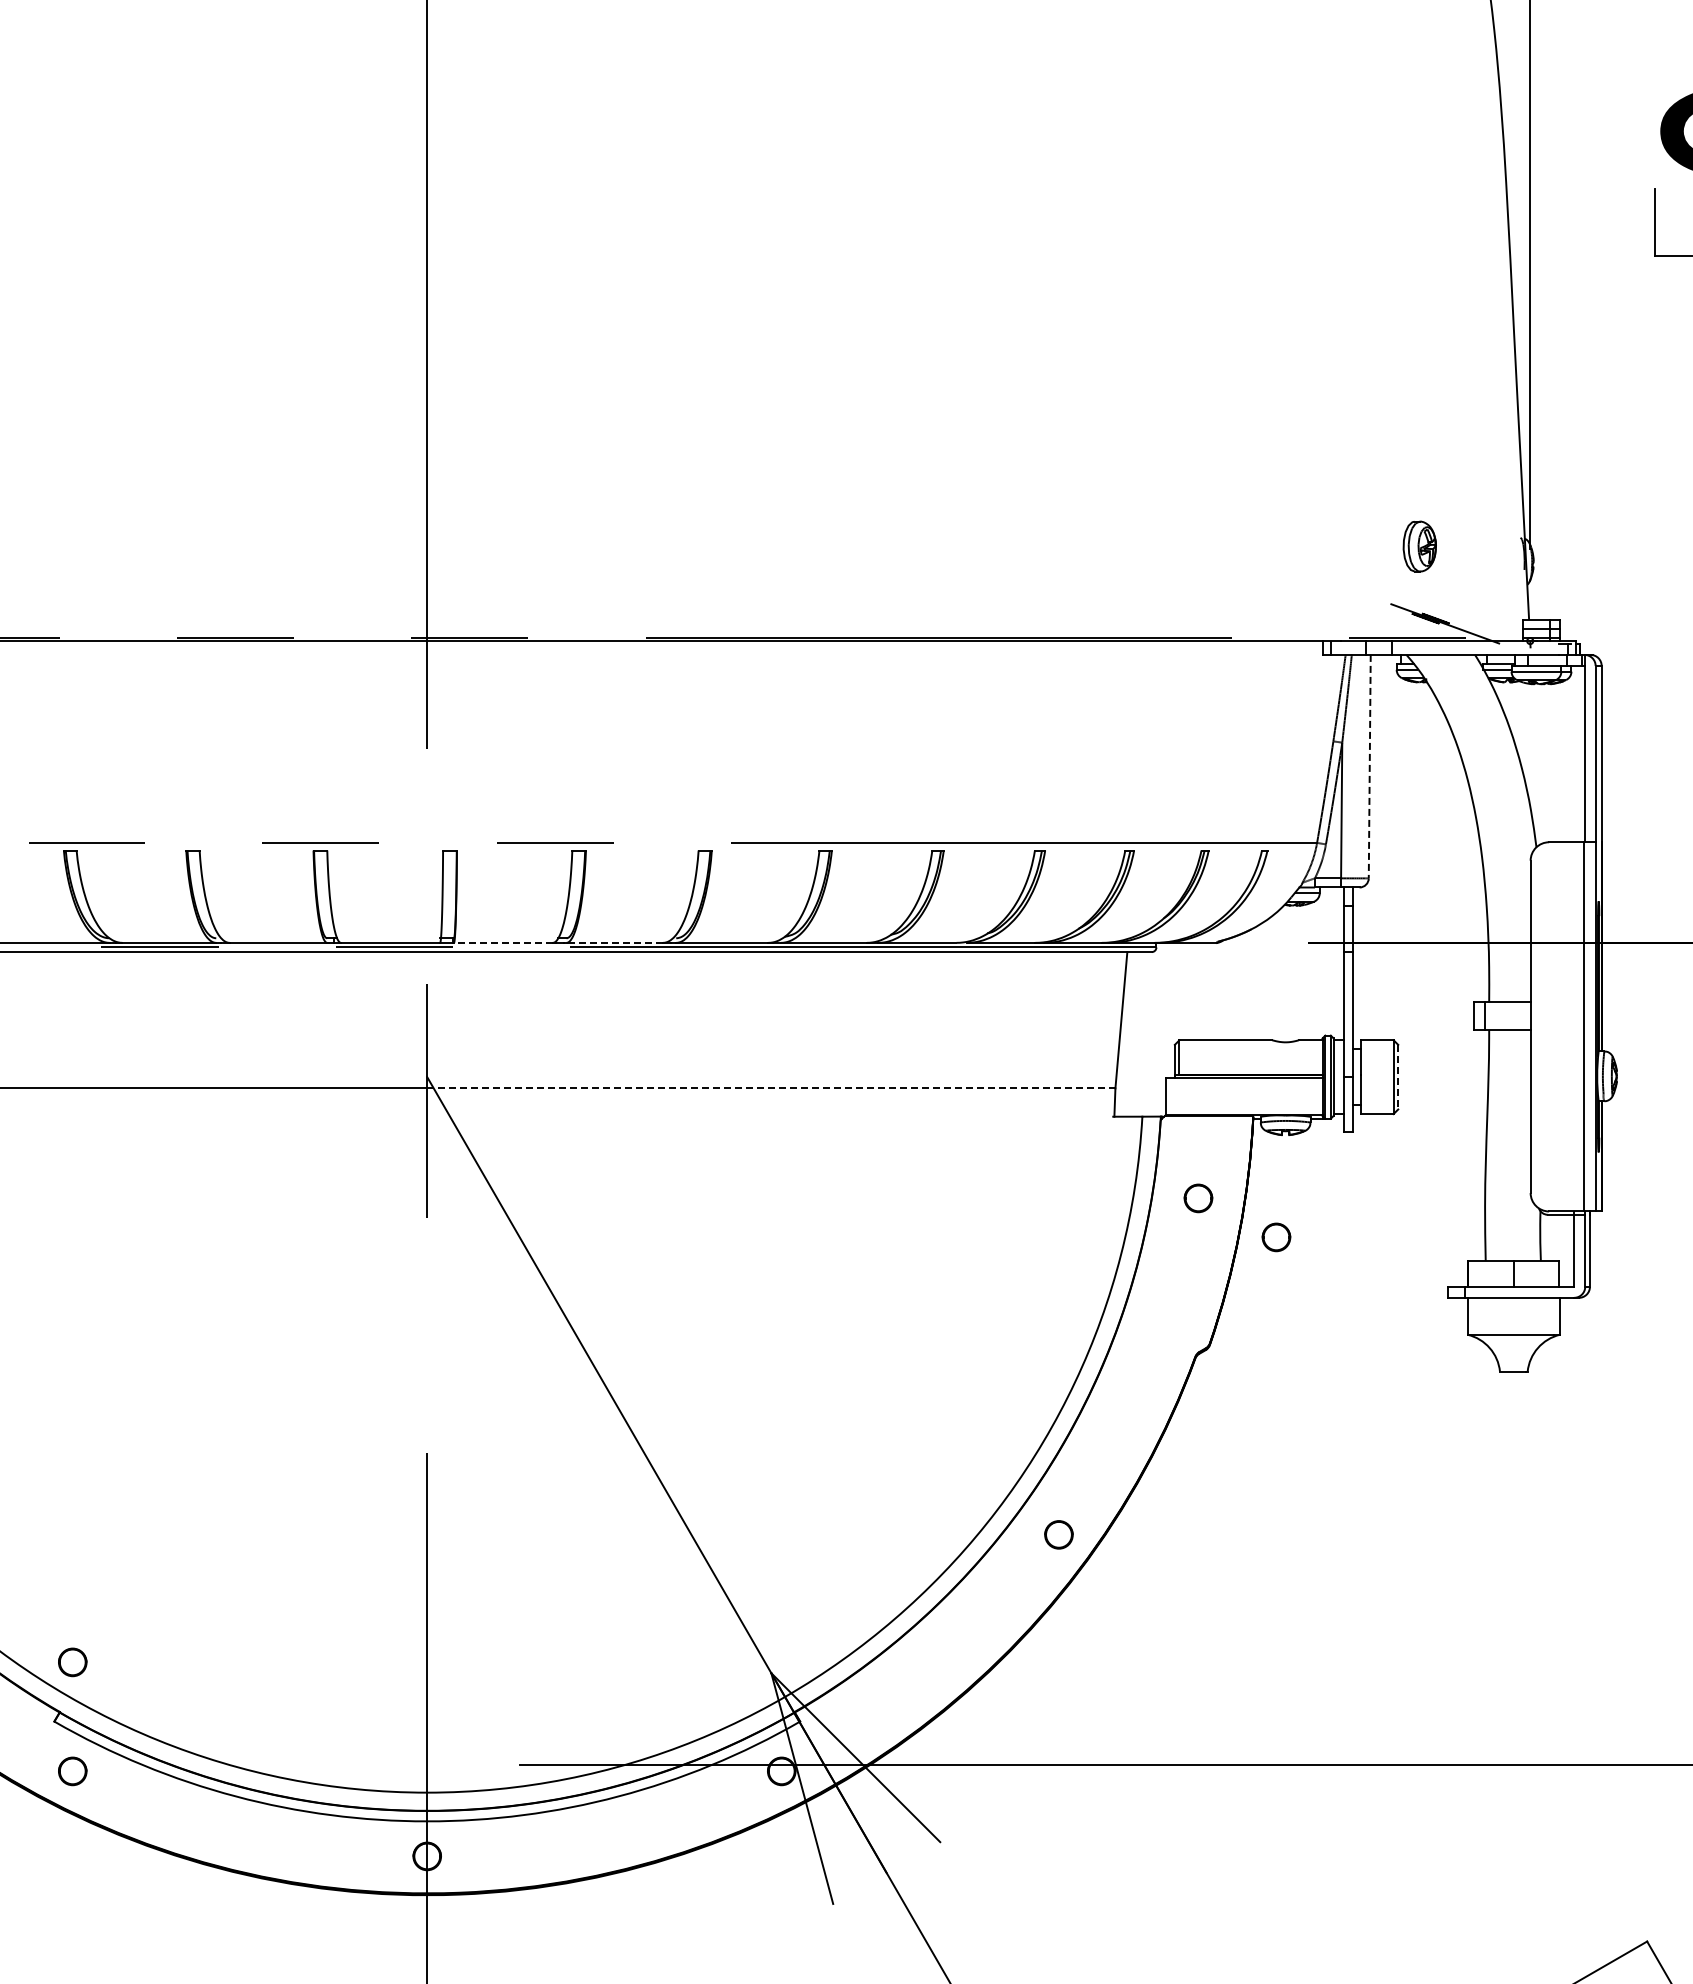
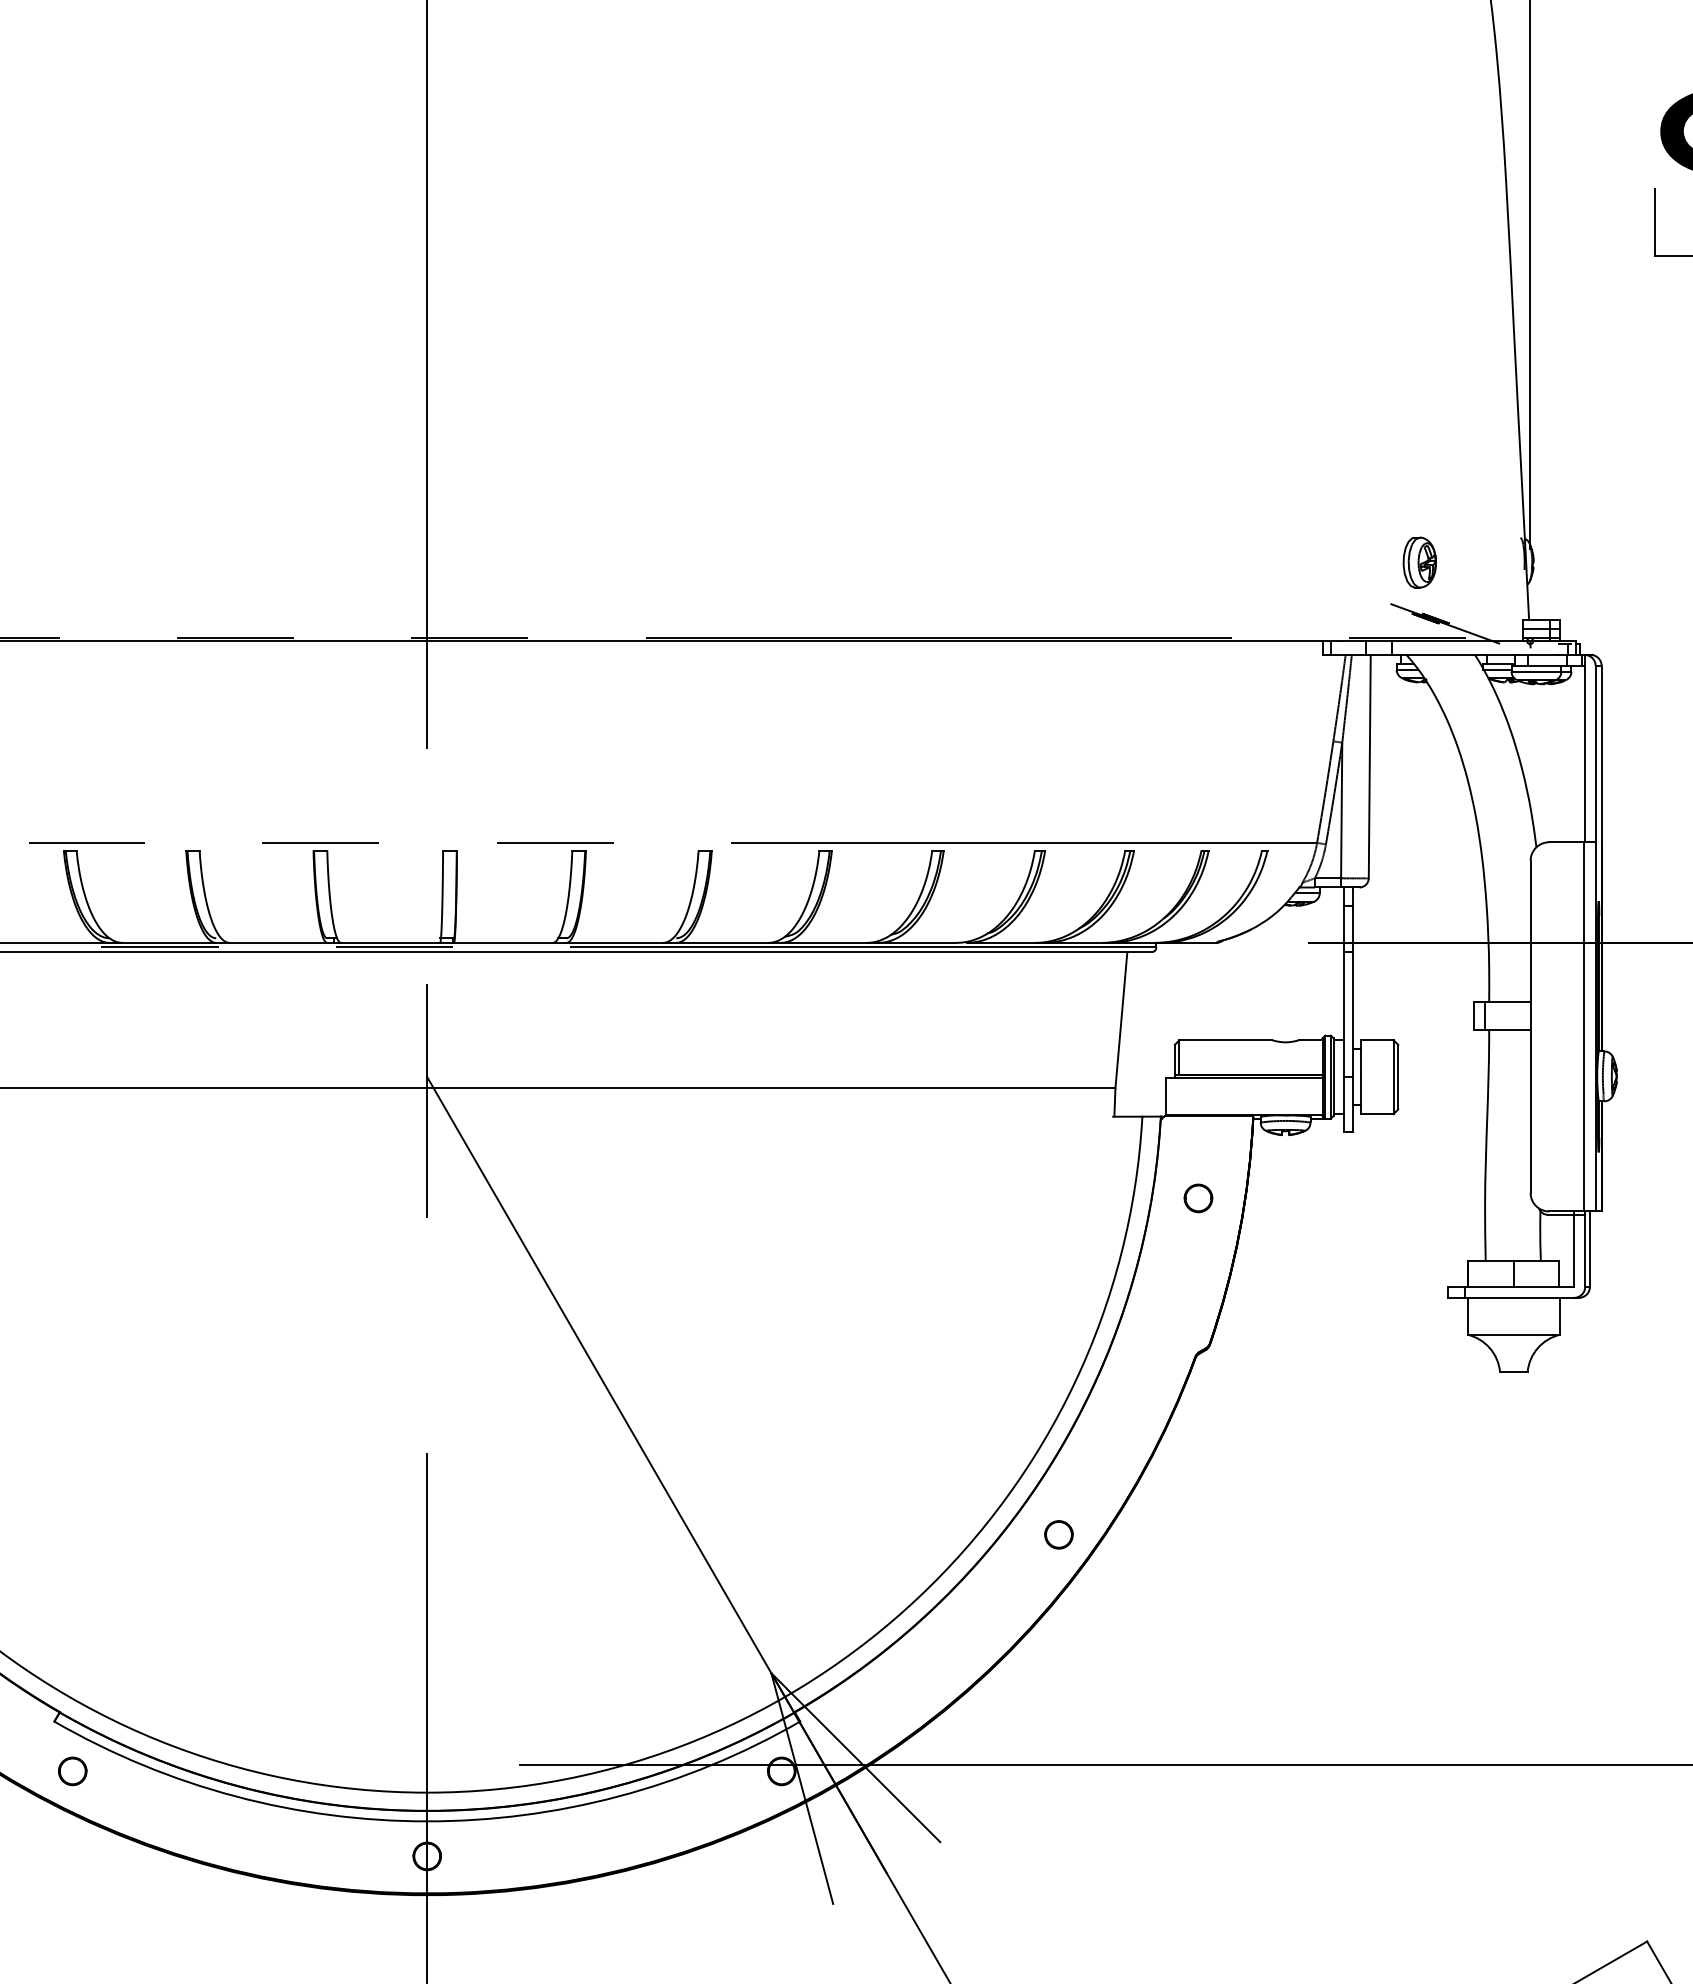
part at (1419, 546) position: (1419, 546) -> (1419, 562)
line at (1369, 766): dashed -> solid
line at (502, 942): dashed -> solid
line at (614, 942): dashed -> solid
line at (1398, 1077): dashed -> solid
line at (771, 1088): dashed -> solid
part at (1276, 1237): present -> none
part at (72, 1662): present -> none
